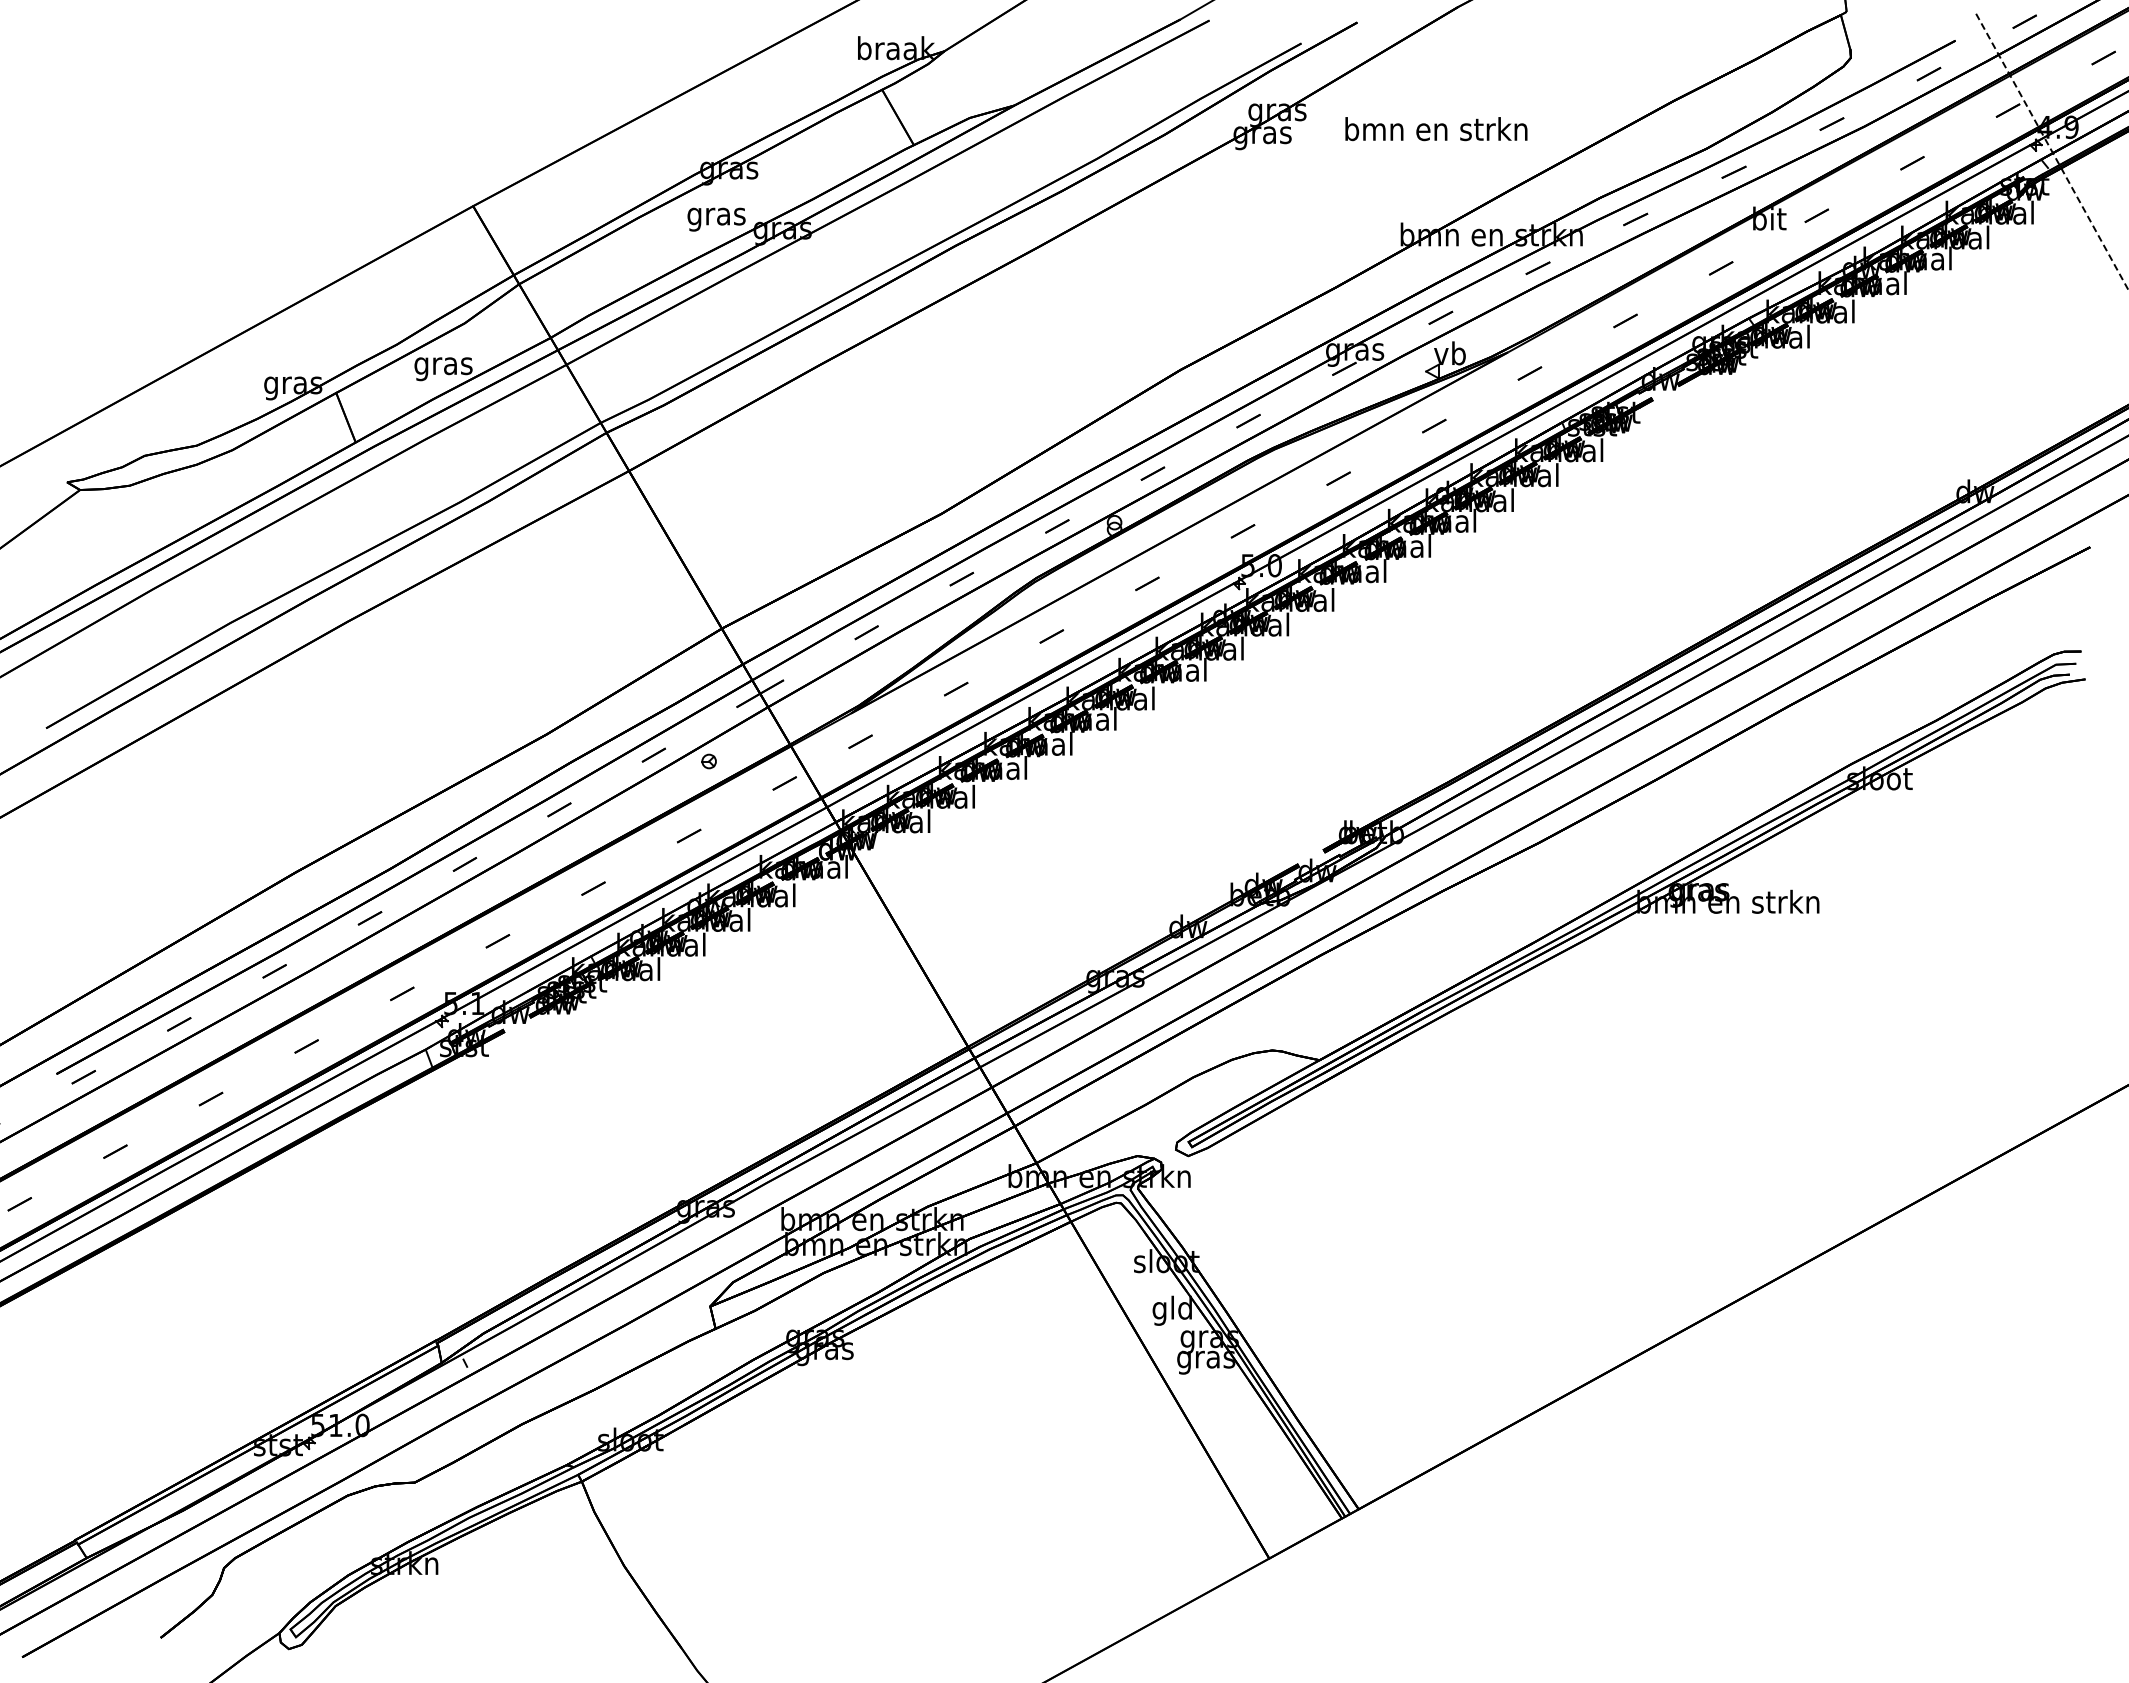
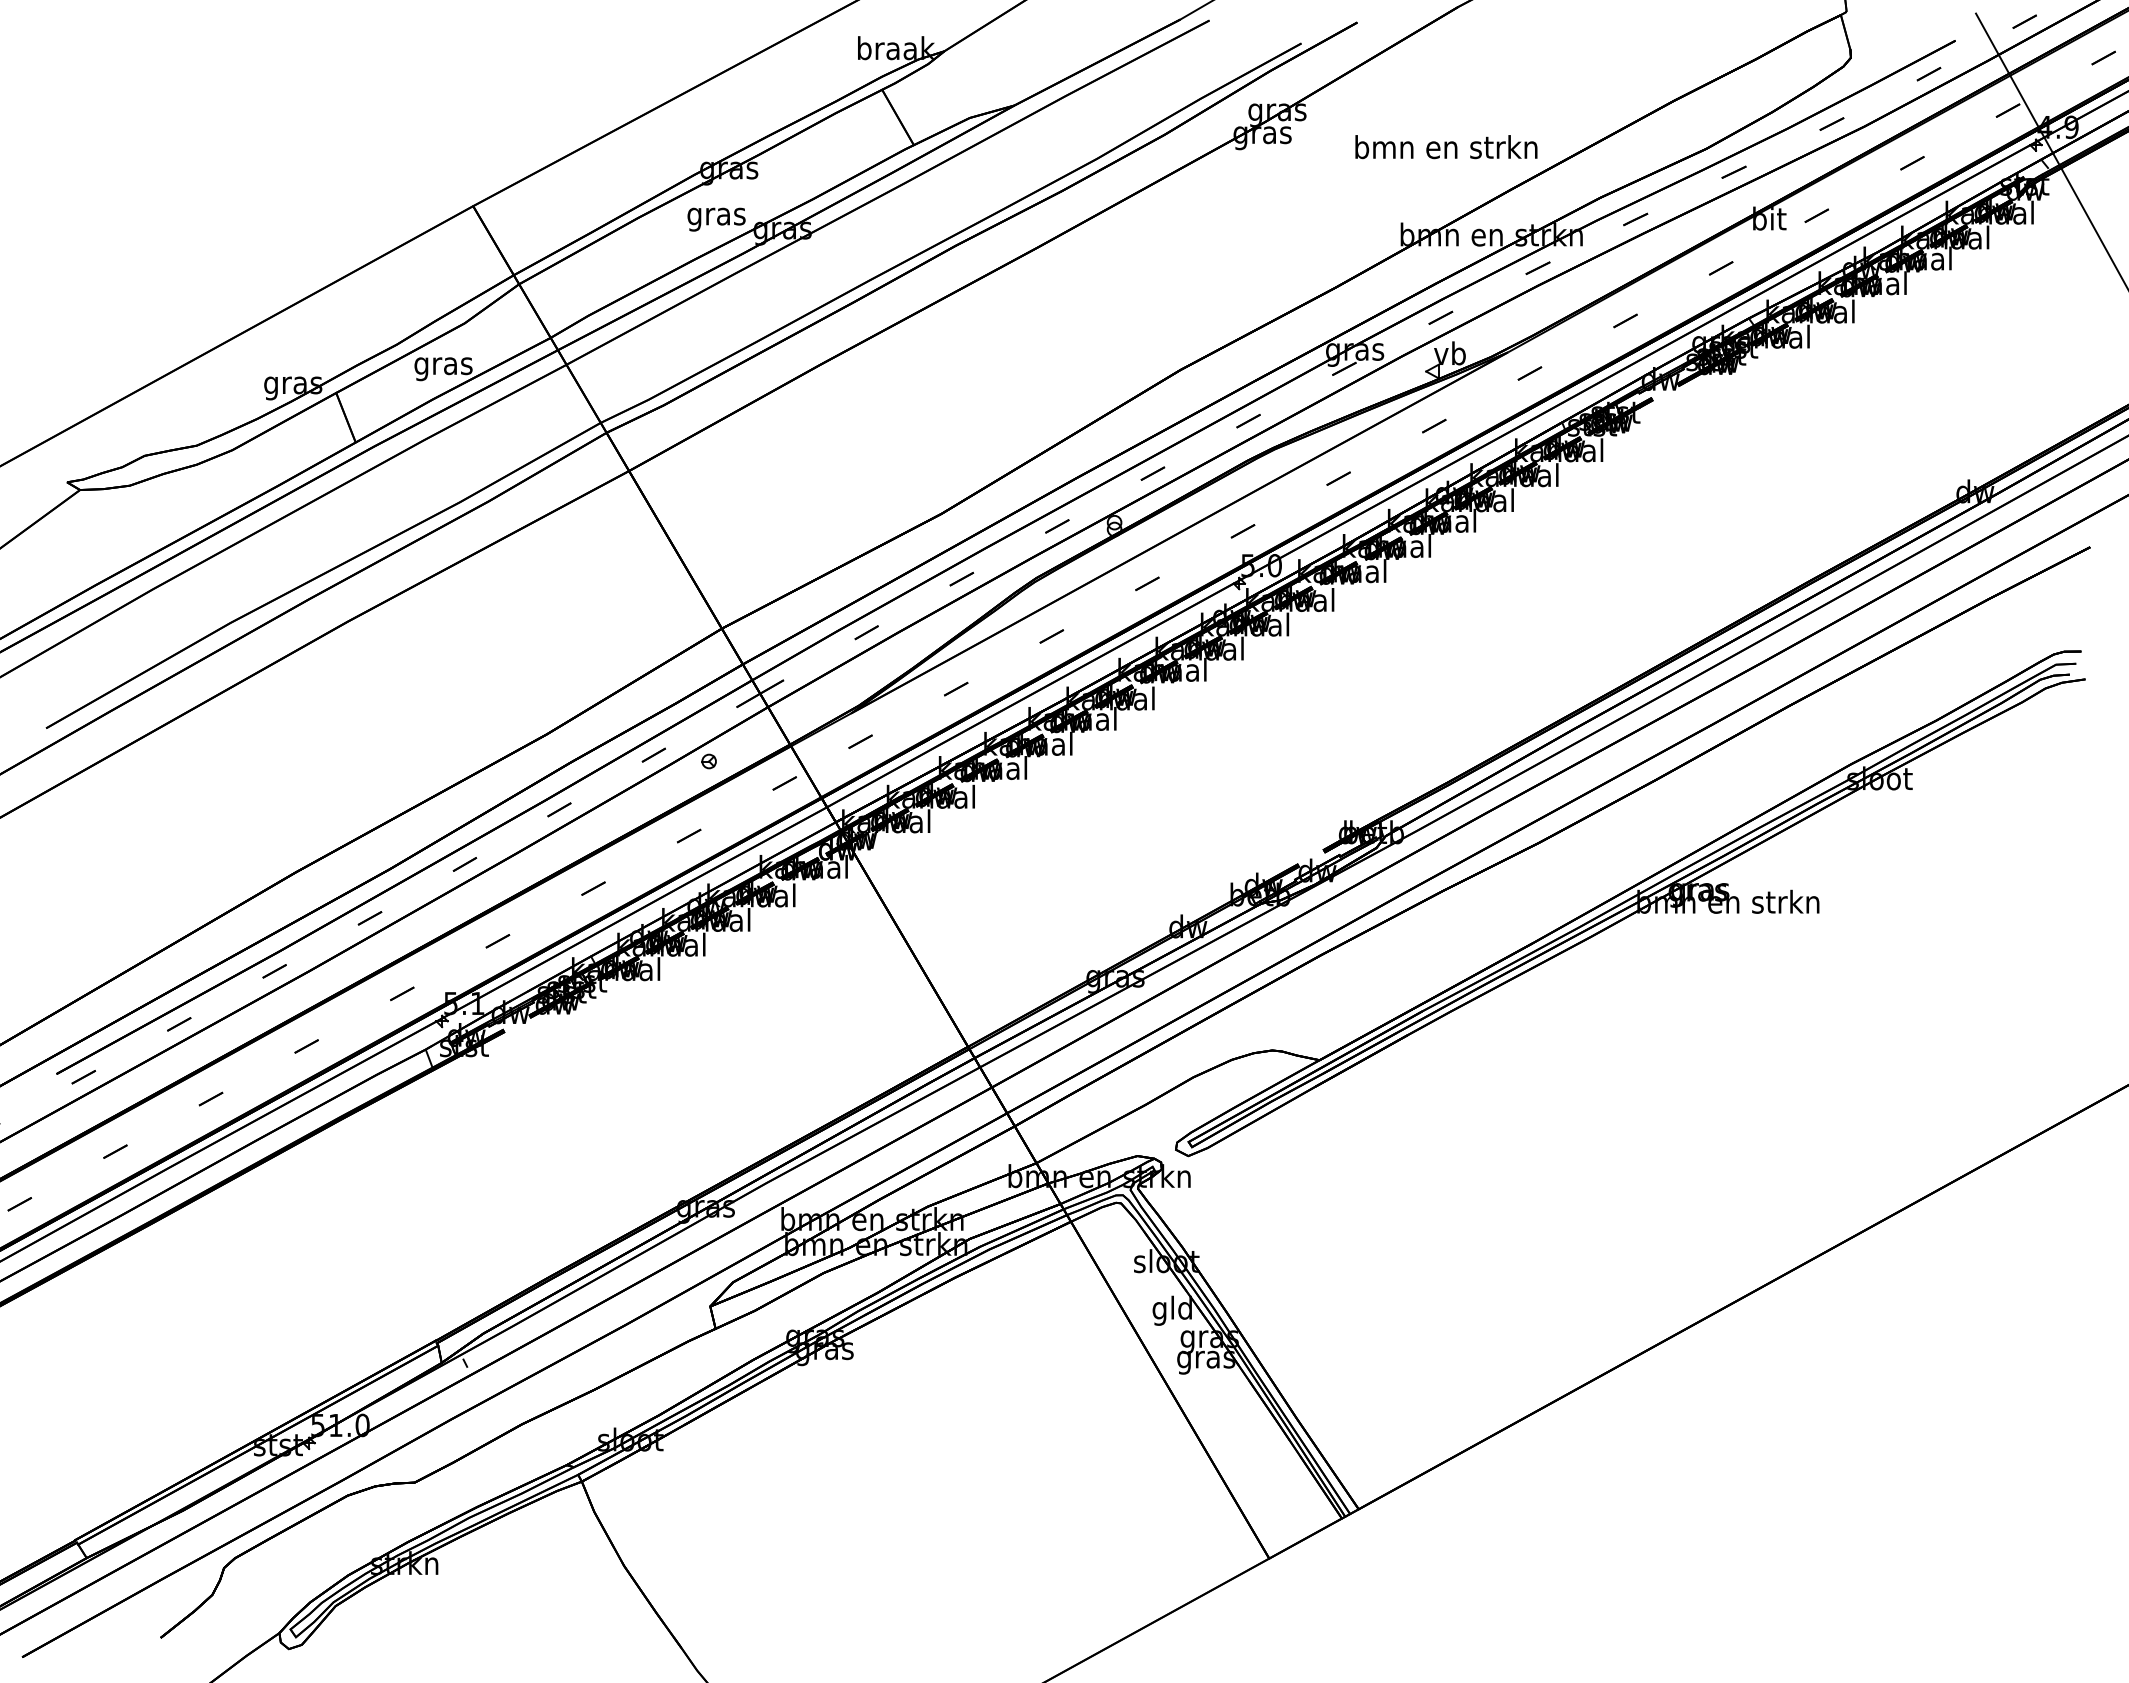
text at (1436, 129) position: (1436, 129) -> (1446, 147)
line at (2052, 151): dashed -> solid
